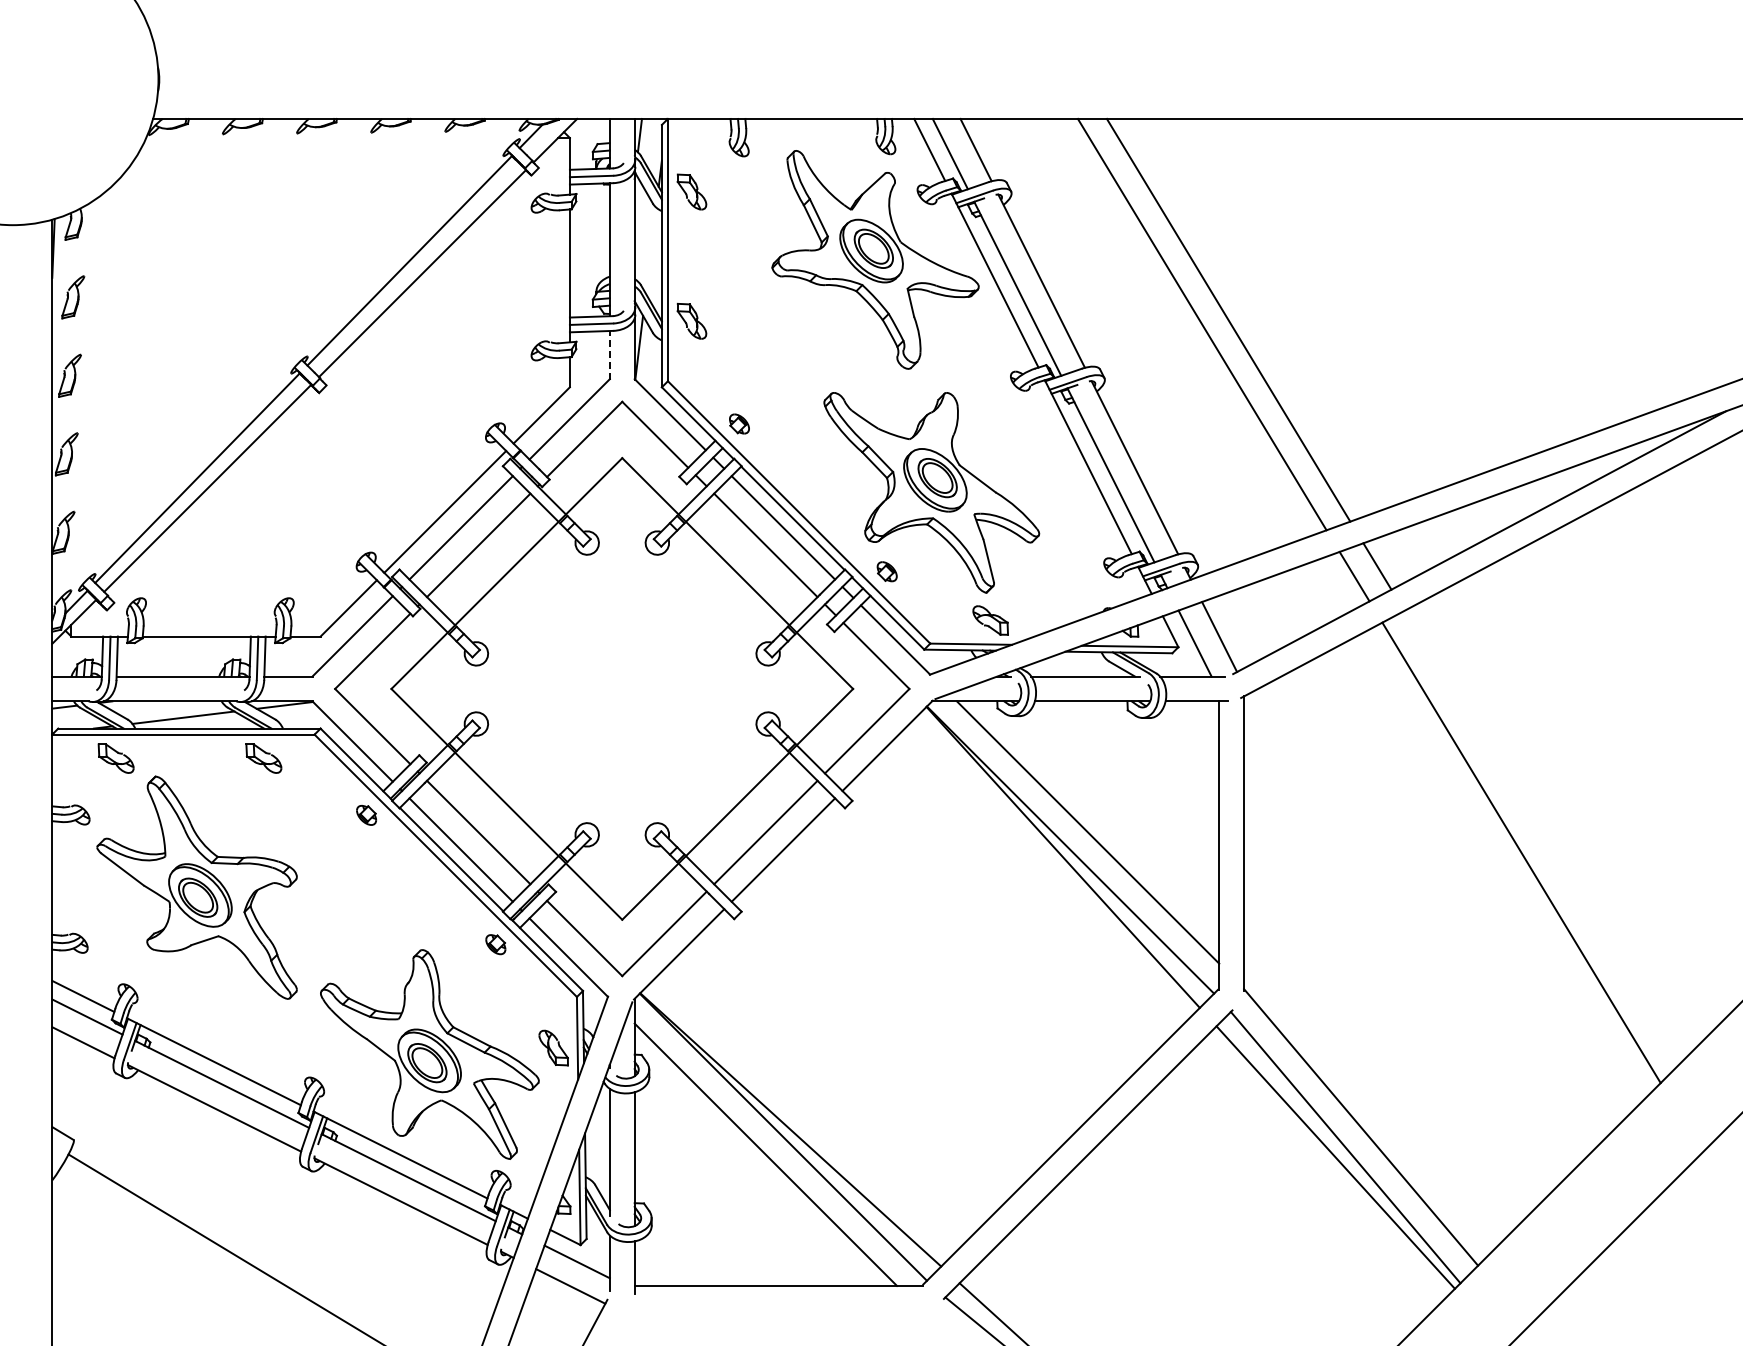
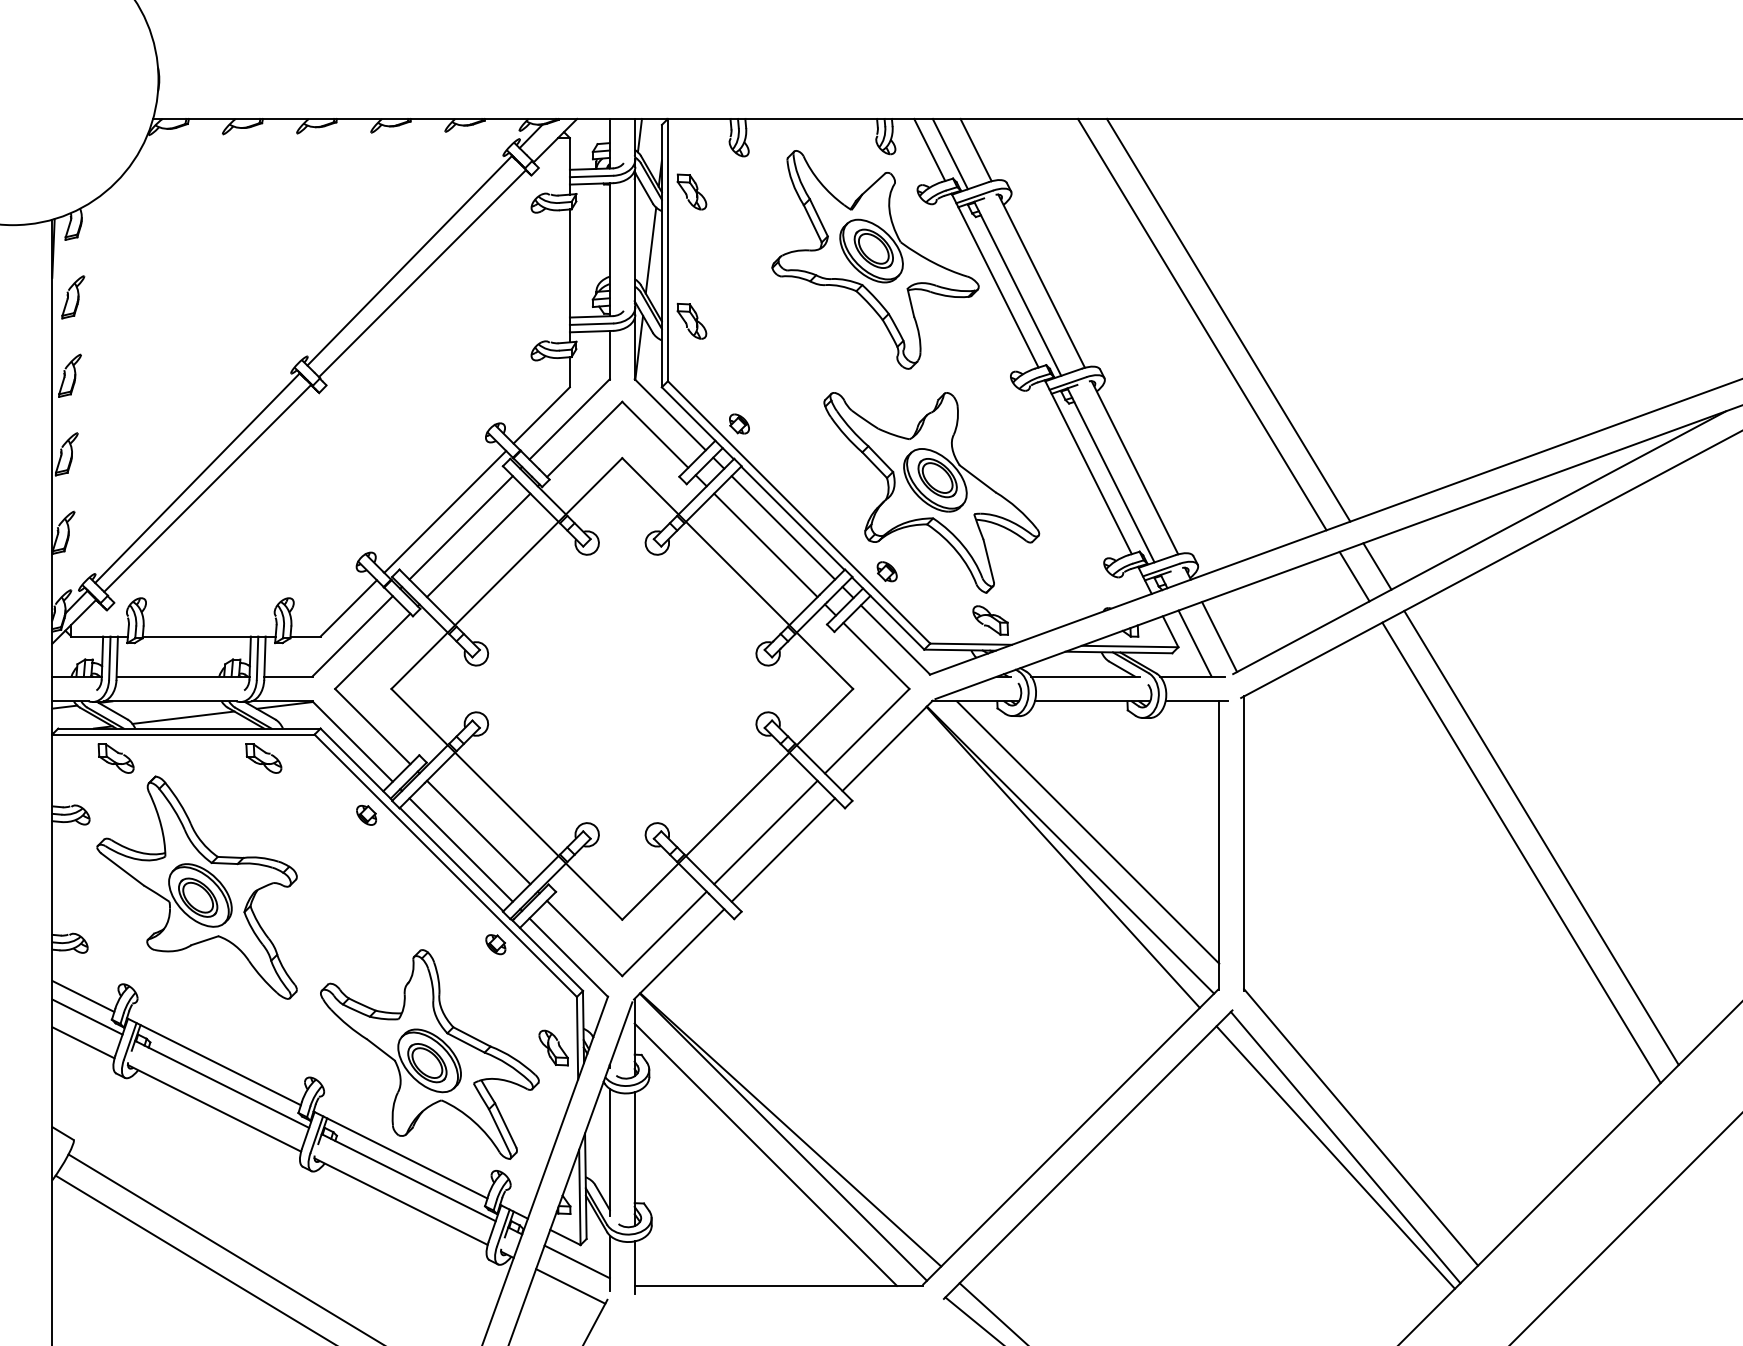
line at (650, 250): none -> present
line at (609, 355): dashed -> solid
line at (1541, 837): none -> present
line at (193, 1258): none -> present
